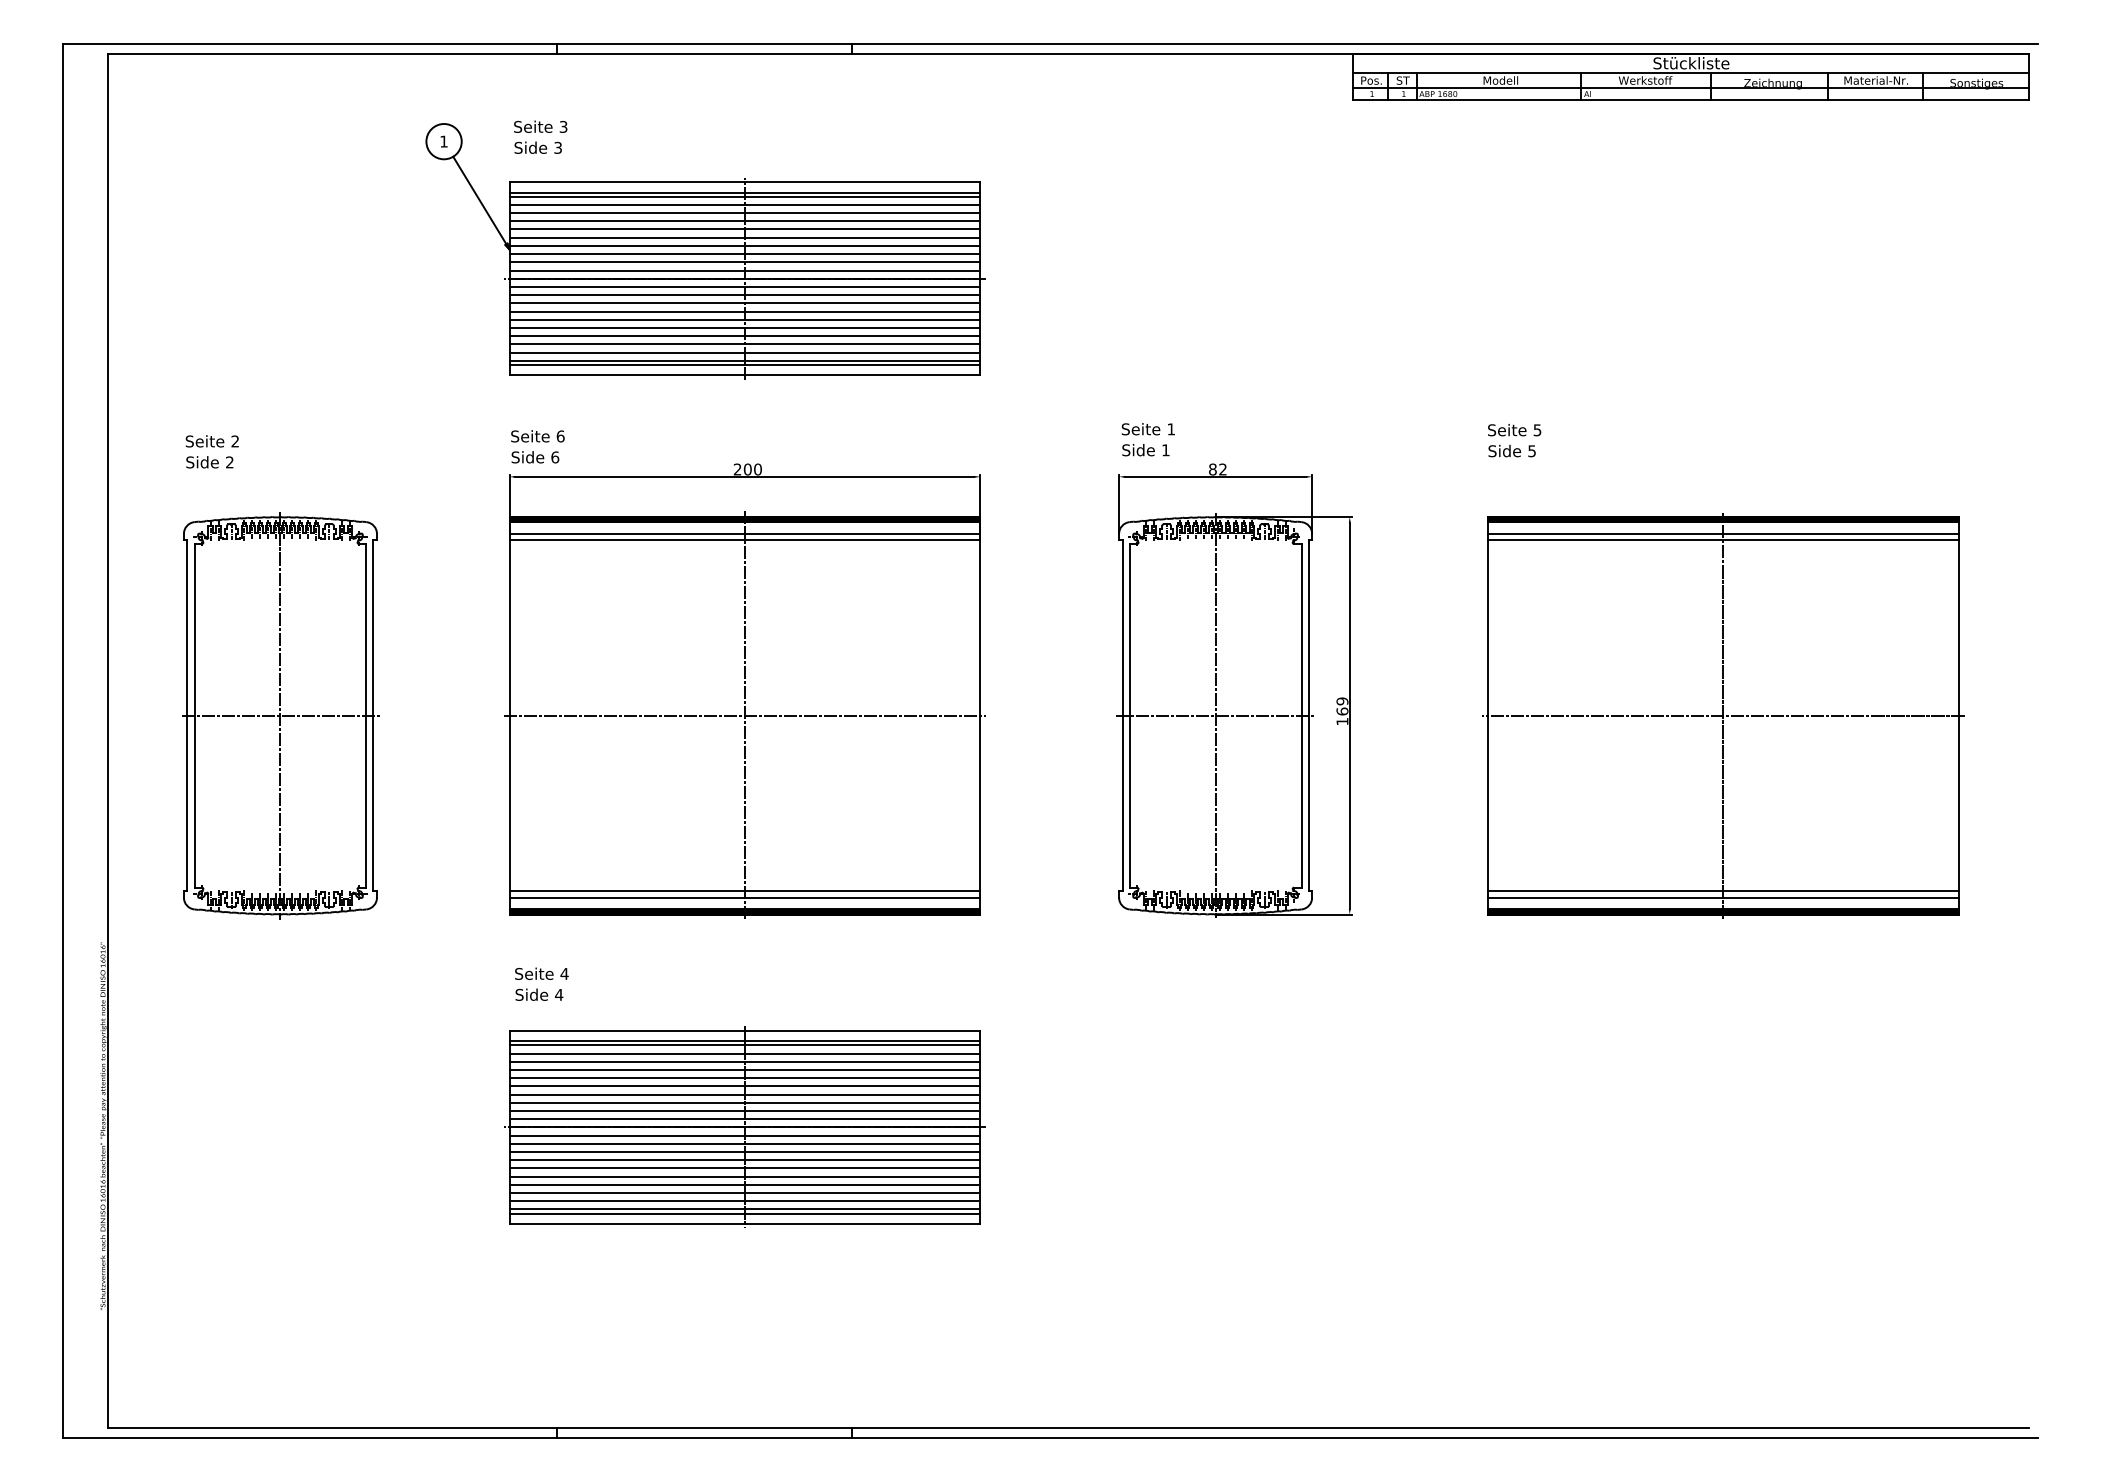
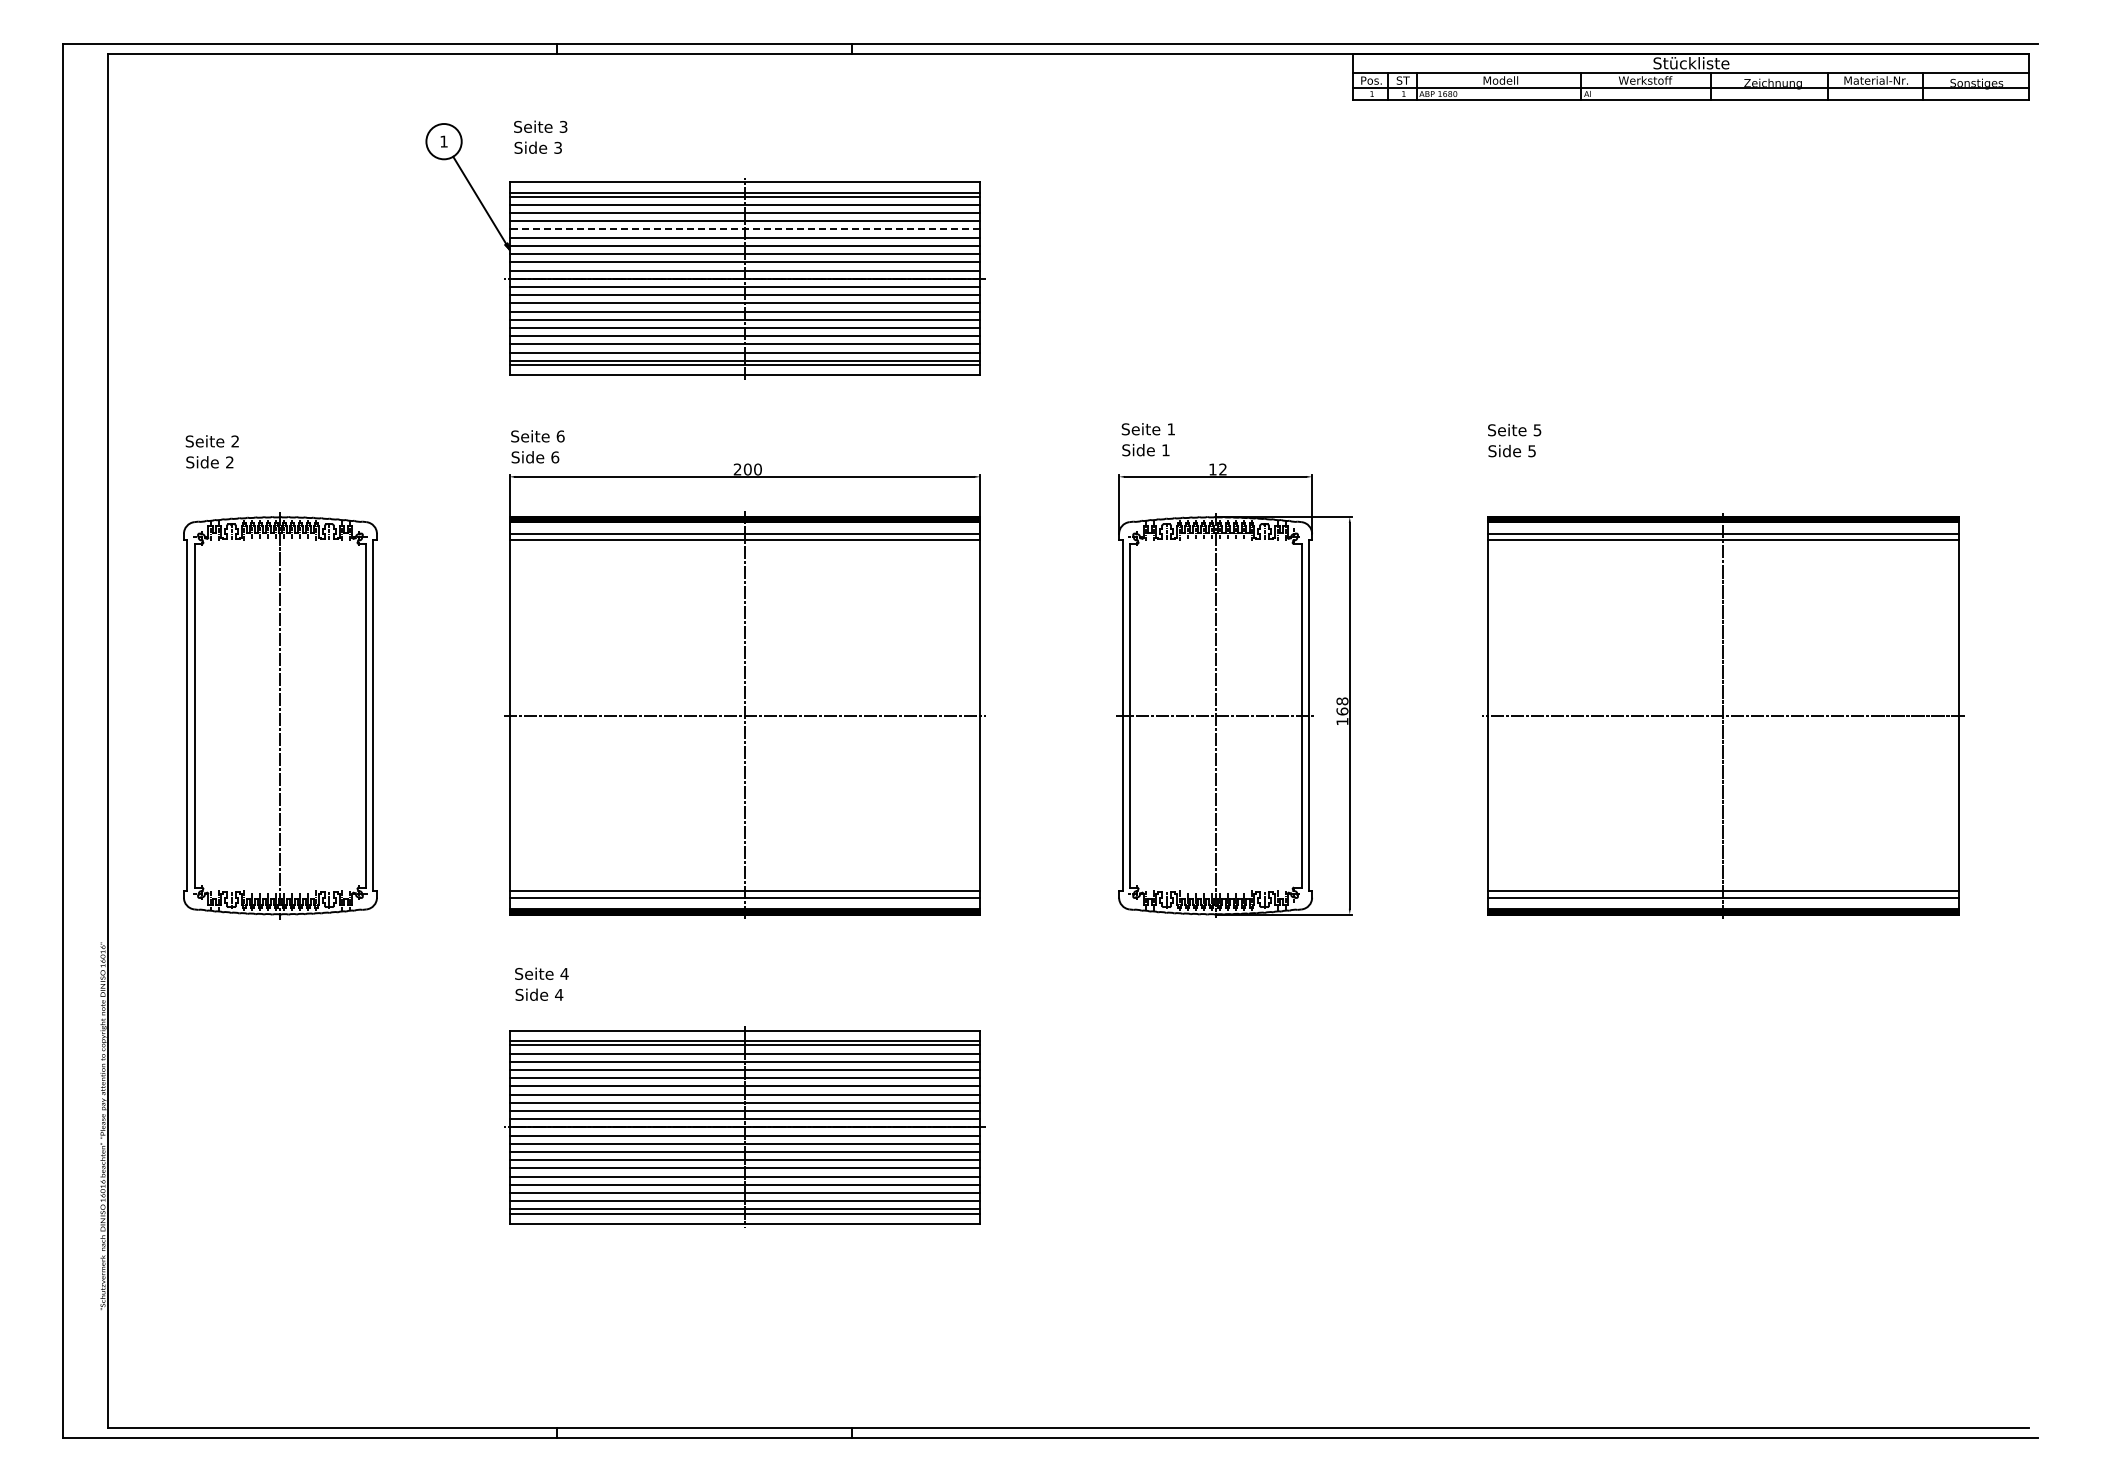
line at (744, 229): solid -> dashed
text at (1212, 469): 82 -> 12
text at (1342, 701): 169 -> 168
line at (280, 715): present -> none
